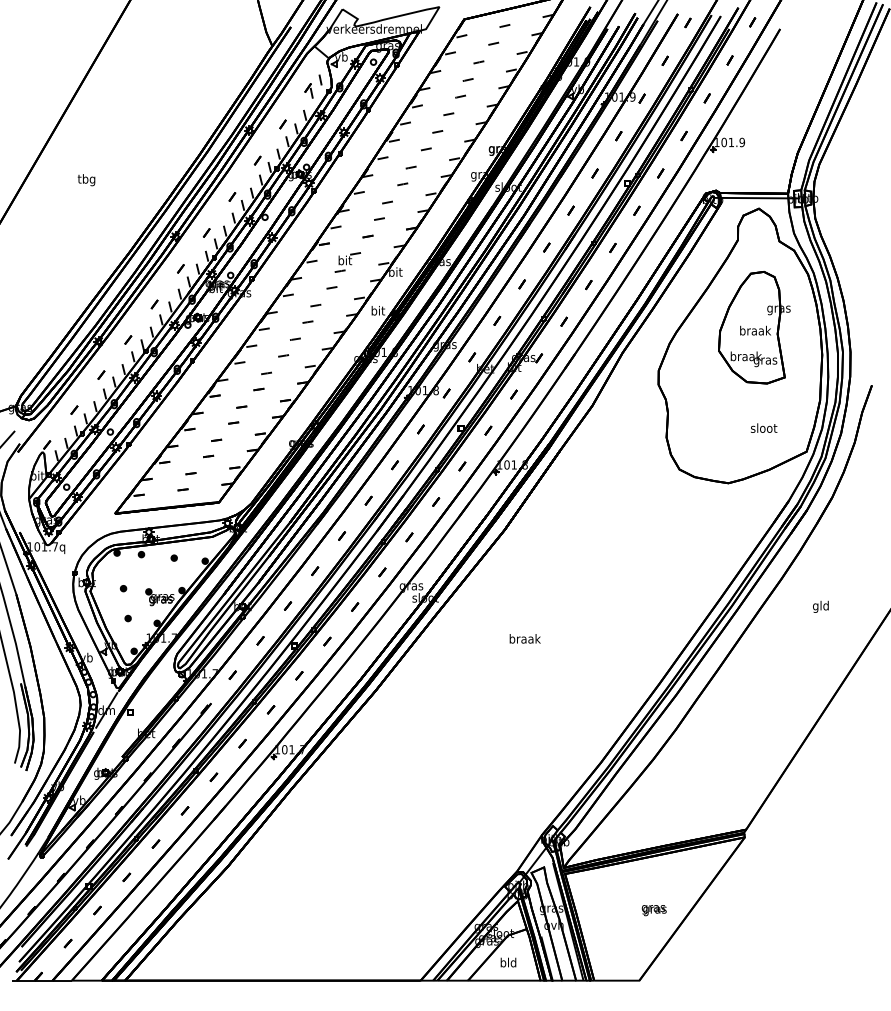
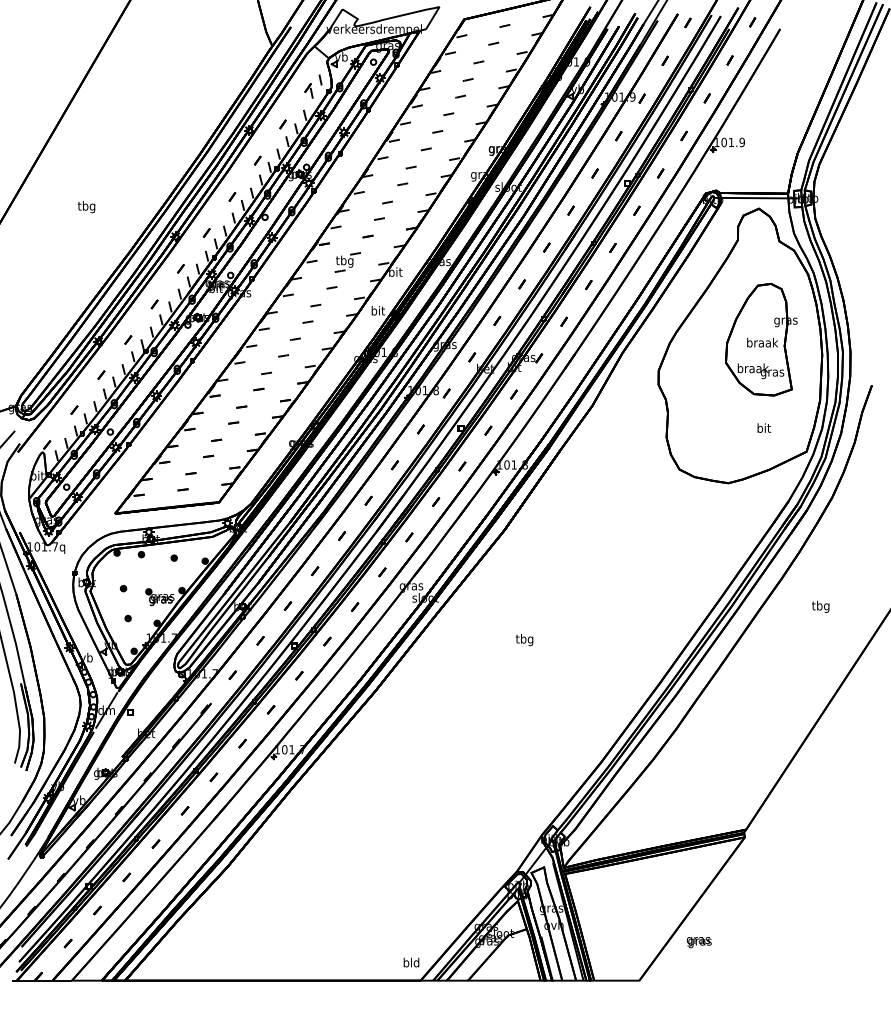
text at (86, 180) position: (86, 180) -> (86, 207)
text at (344, 261): bit -> tbg
part at (754, 327) position: (754, 327) -> (761, 339)
text at (763, 427): sloot -> bit
text at (820, 606): gld -> tbg
text at (524, 640): braak -> tbg
text at (653, 910) position: (653, 910) -> (698, 942)
text at (508, 962) position: (508, 962) -> (411, 962)
